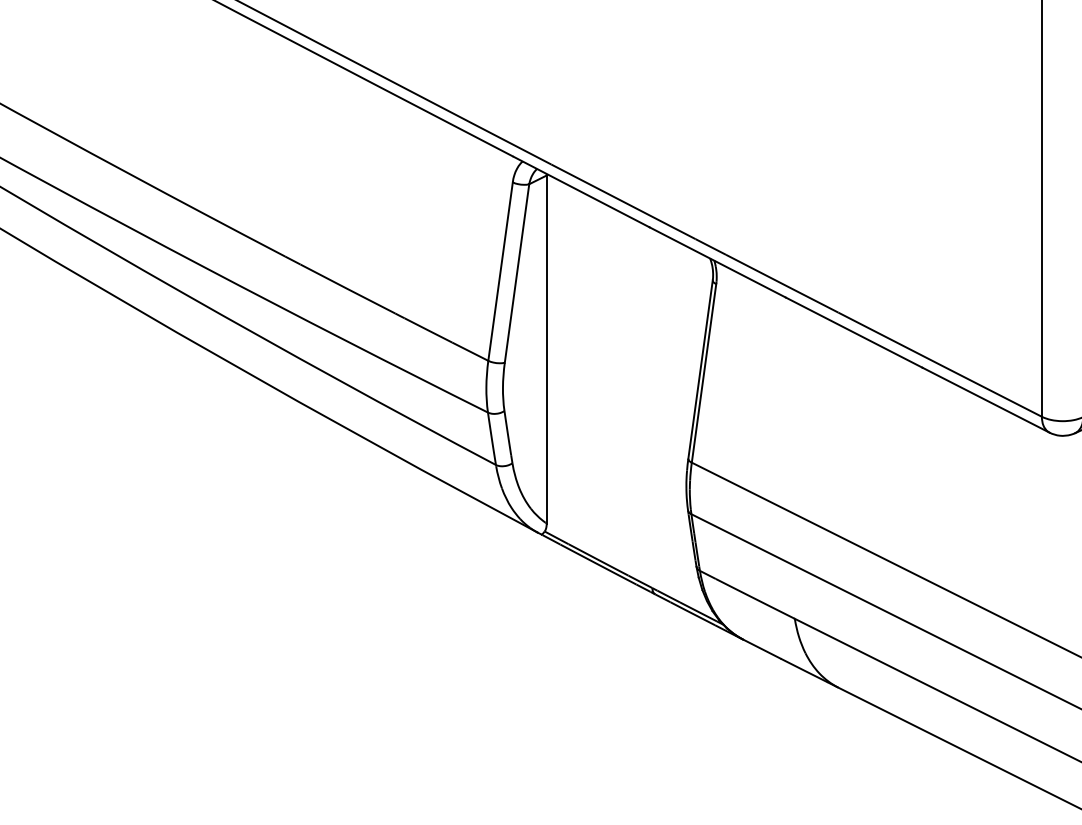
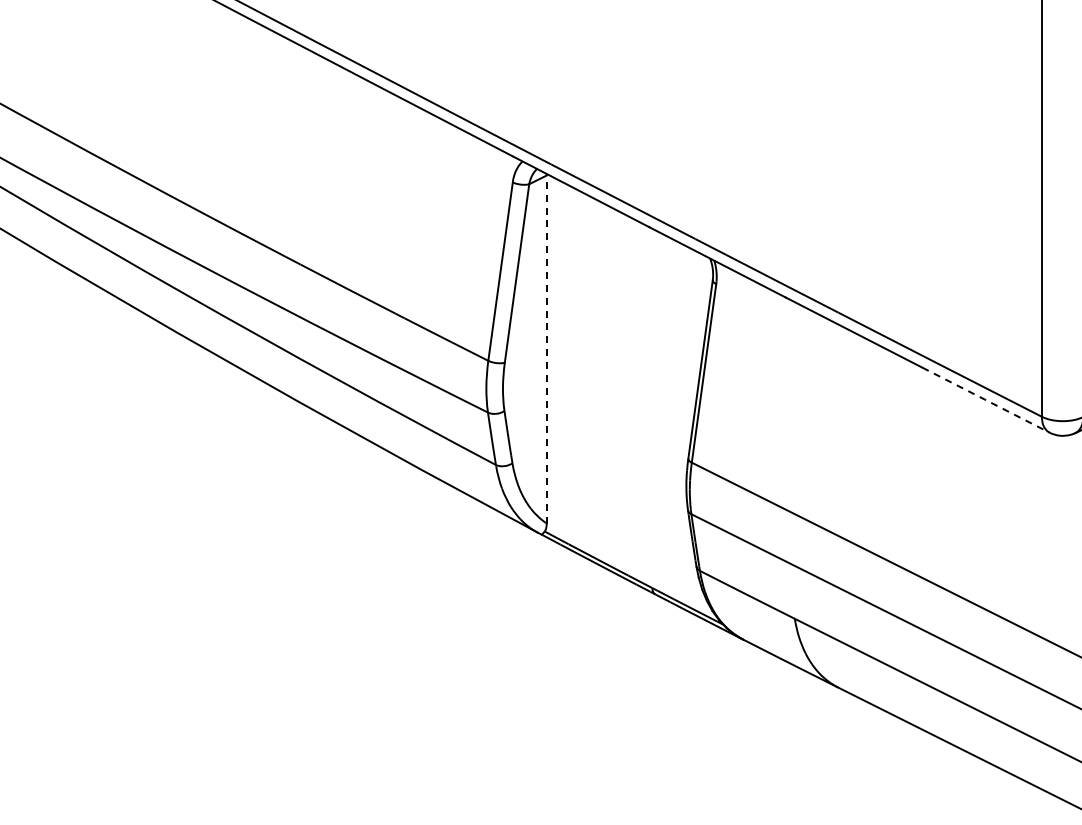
line at (546, 349): solid -> dashed
line at (986, 400): solid -> dashed
